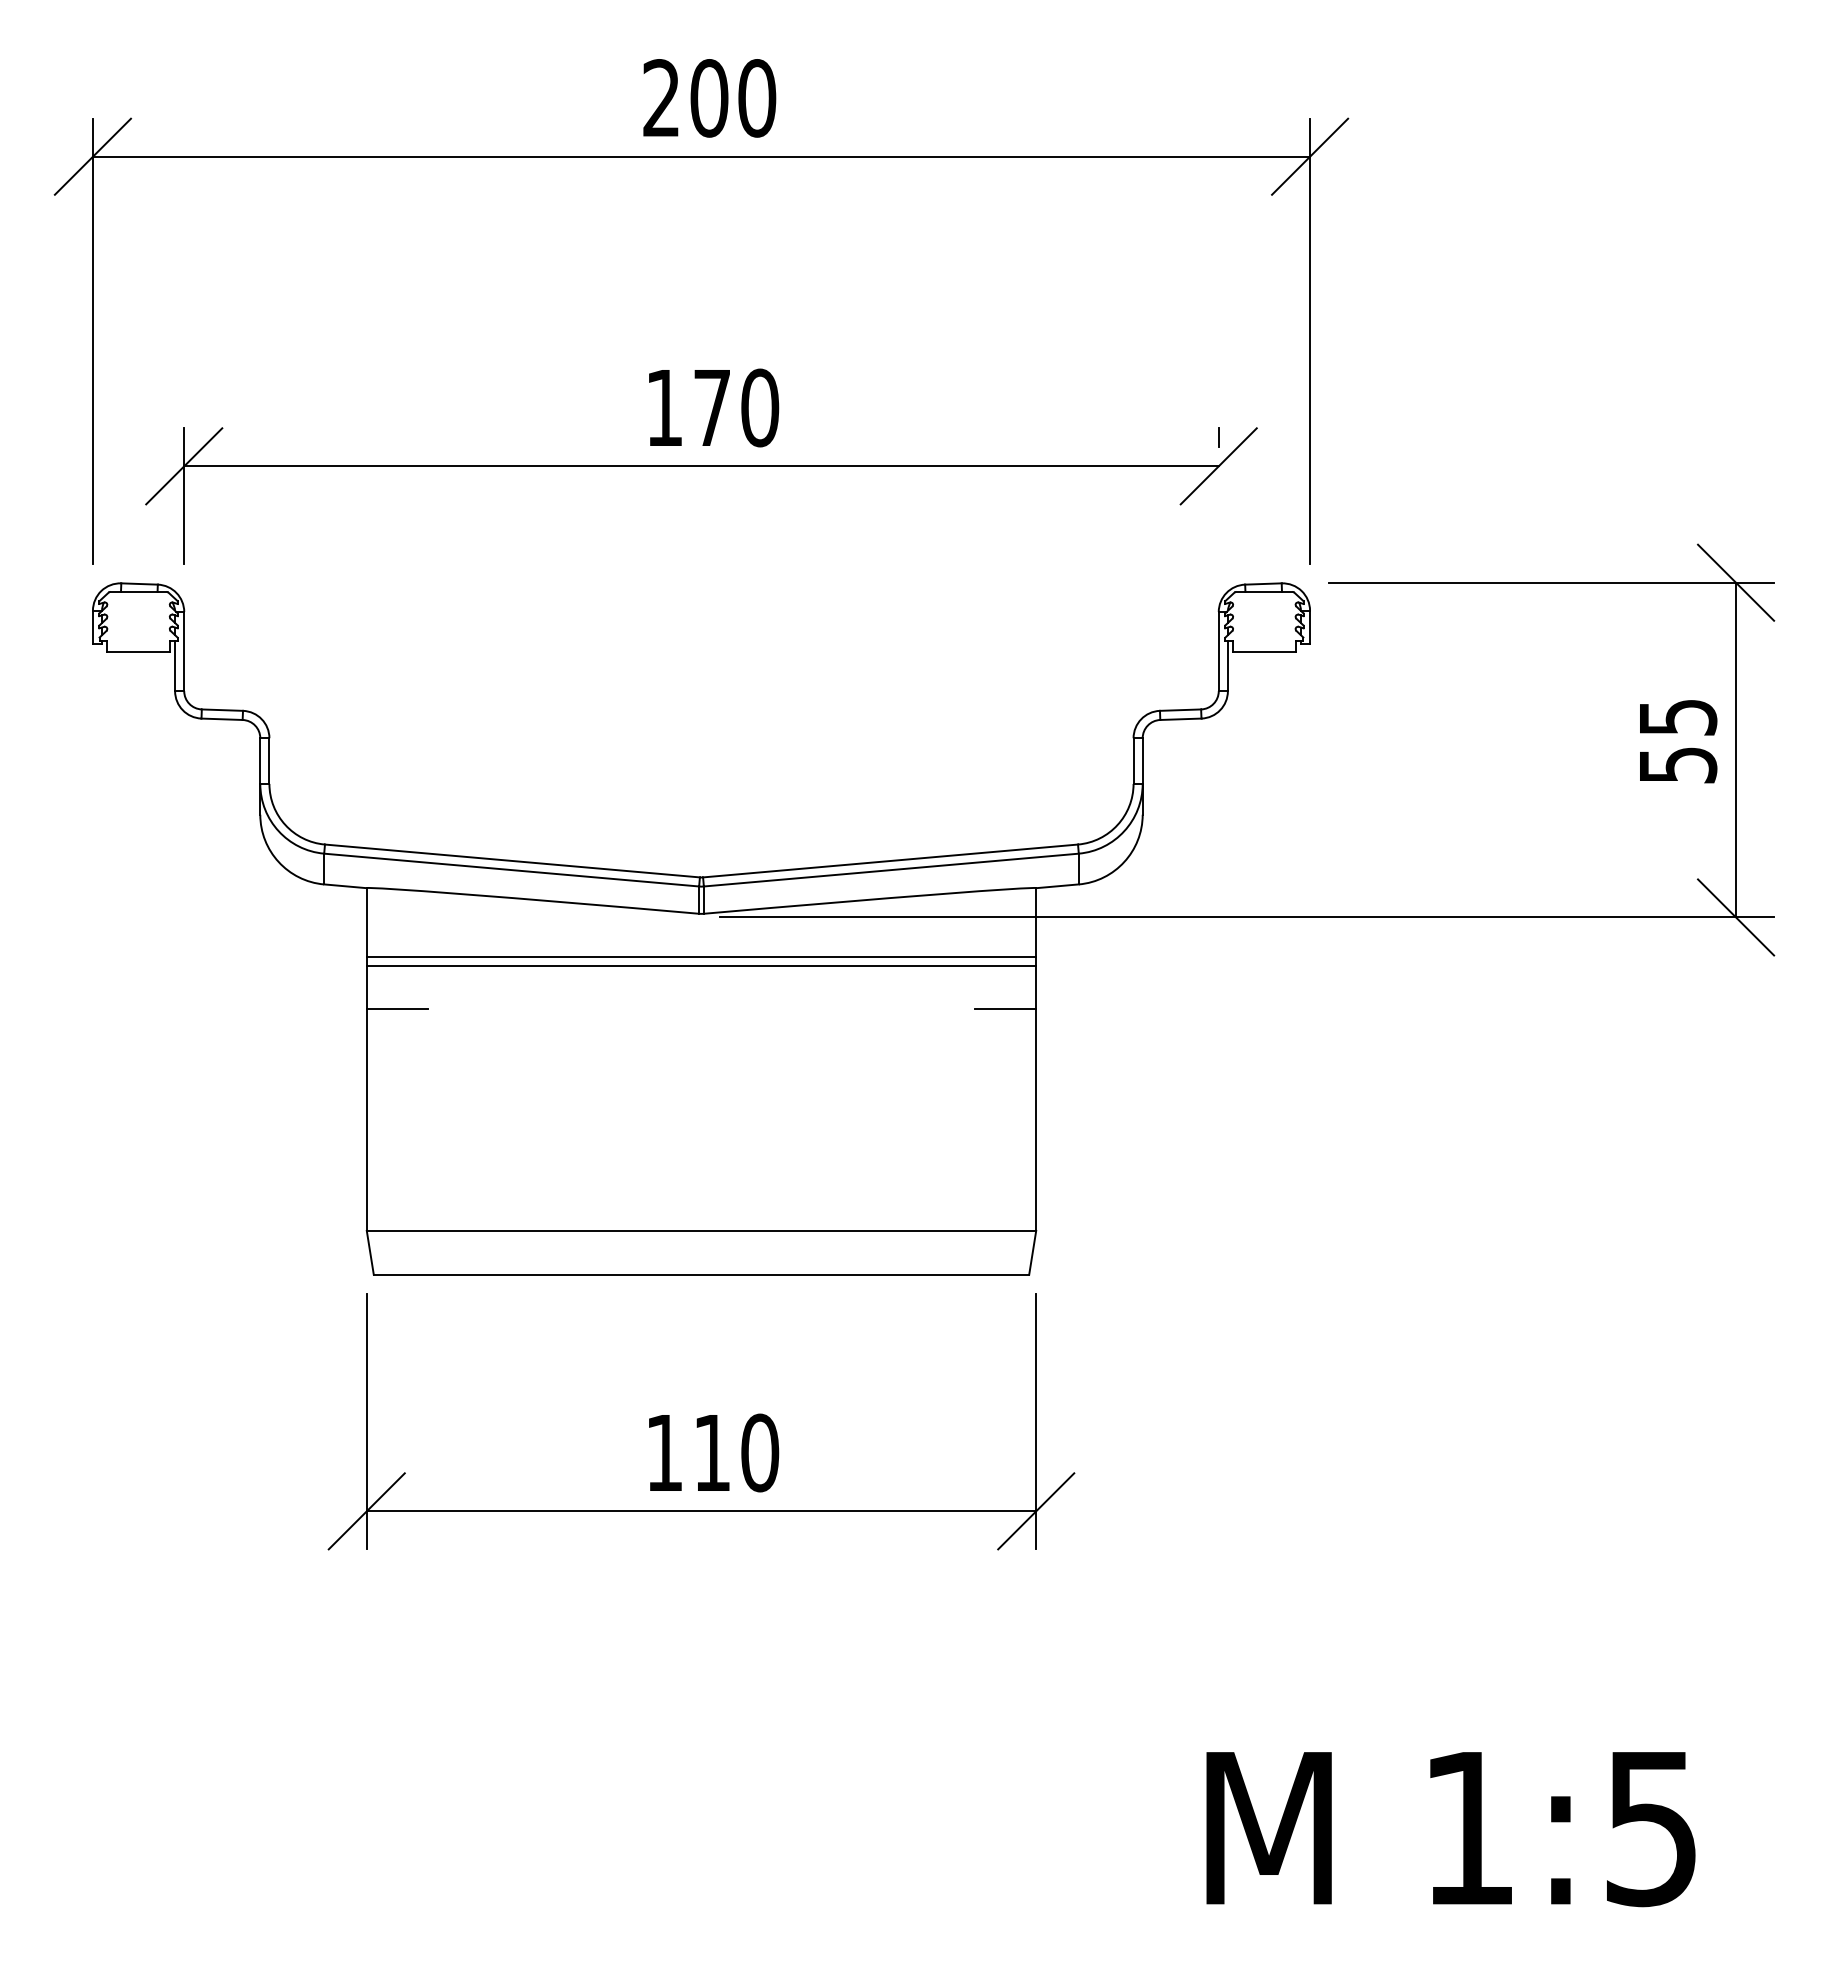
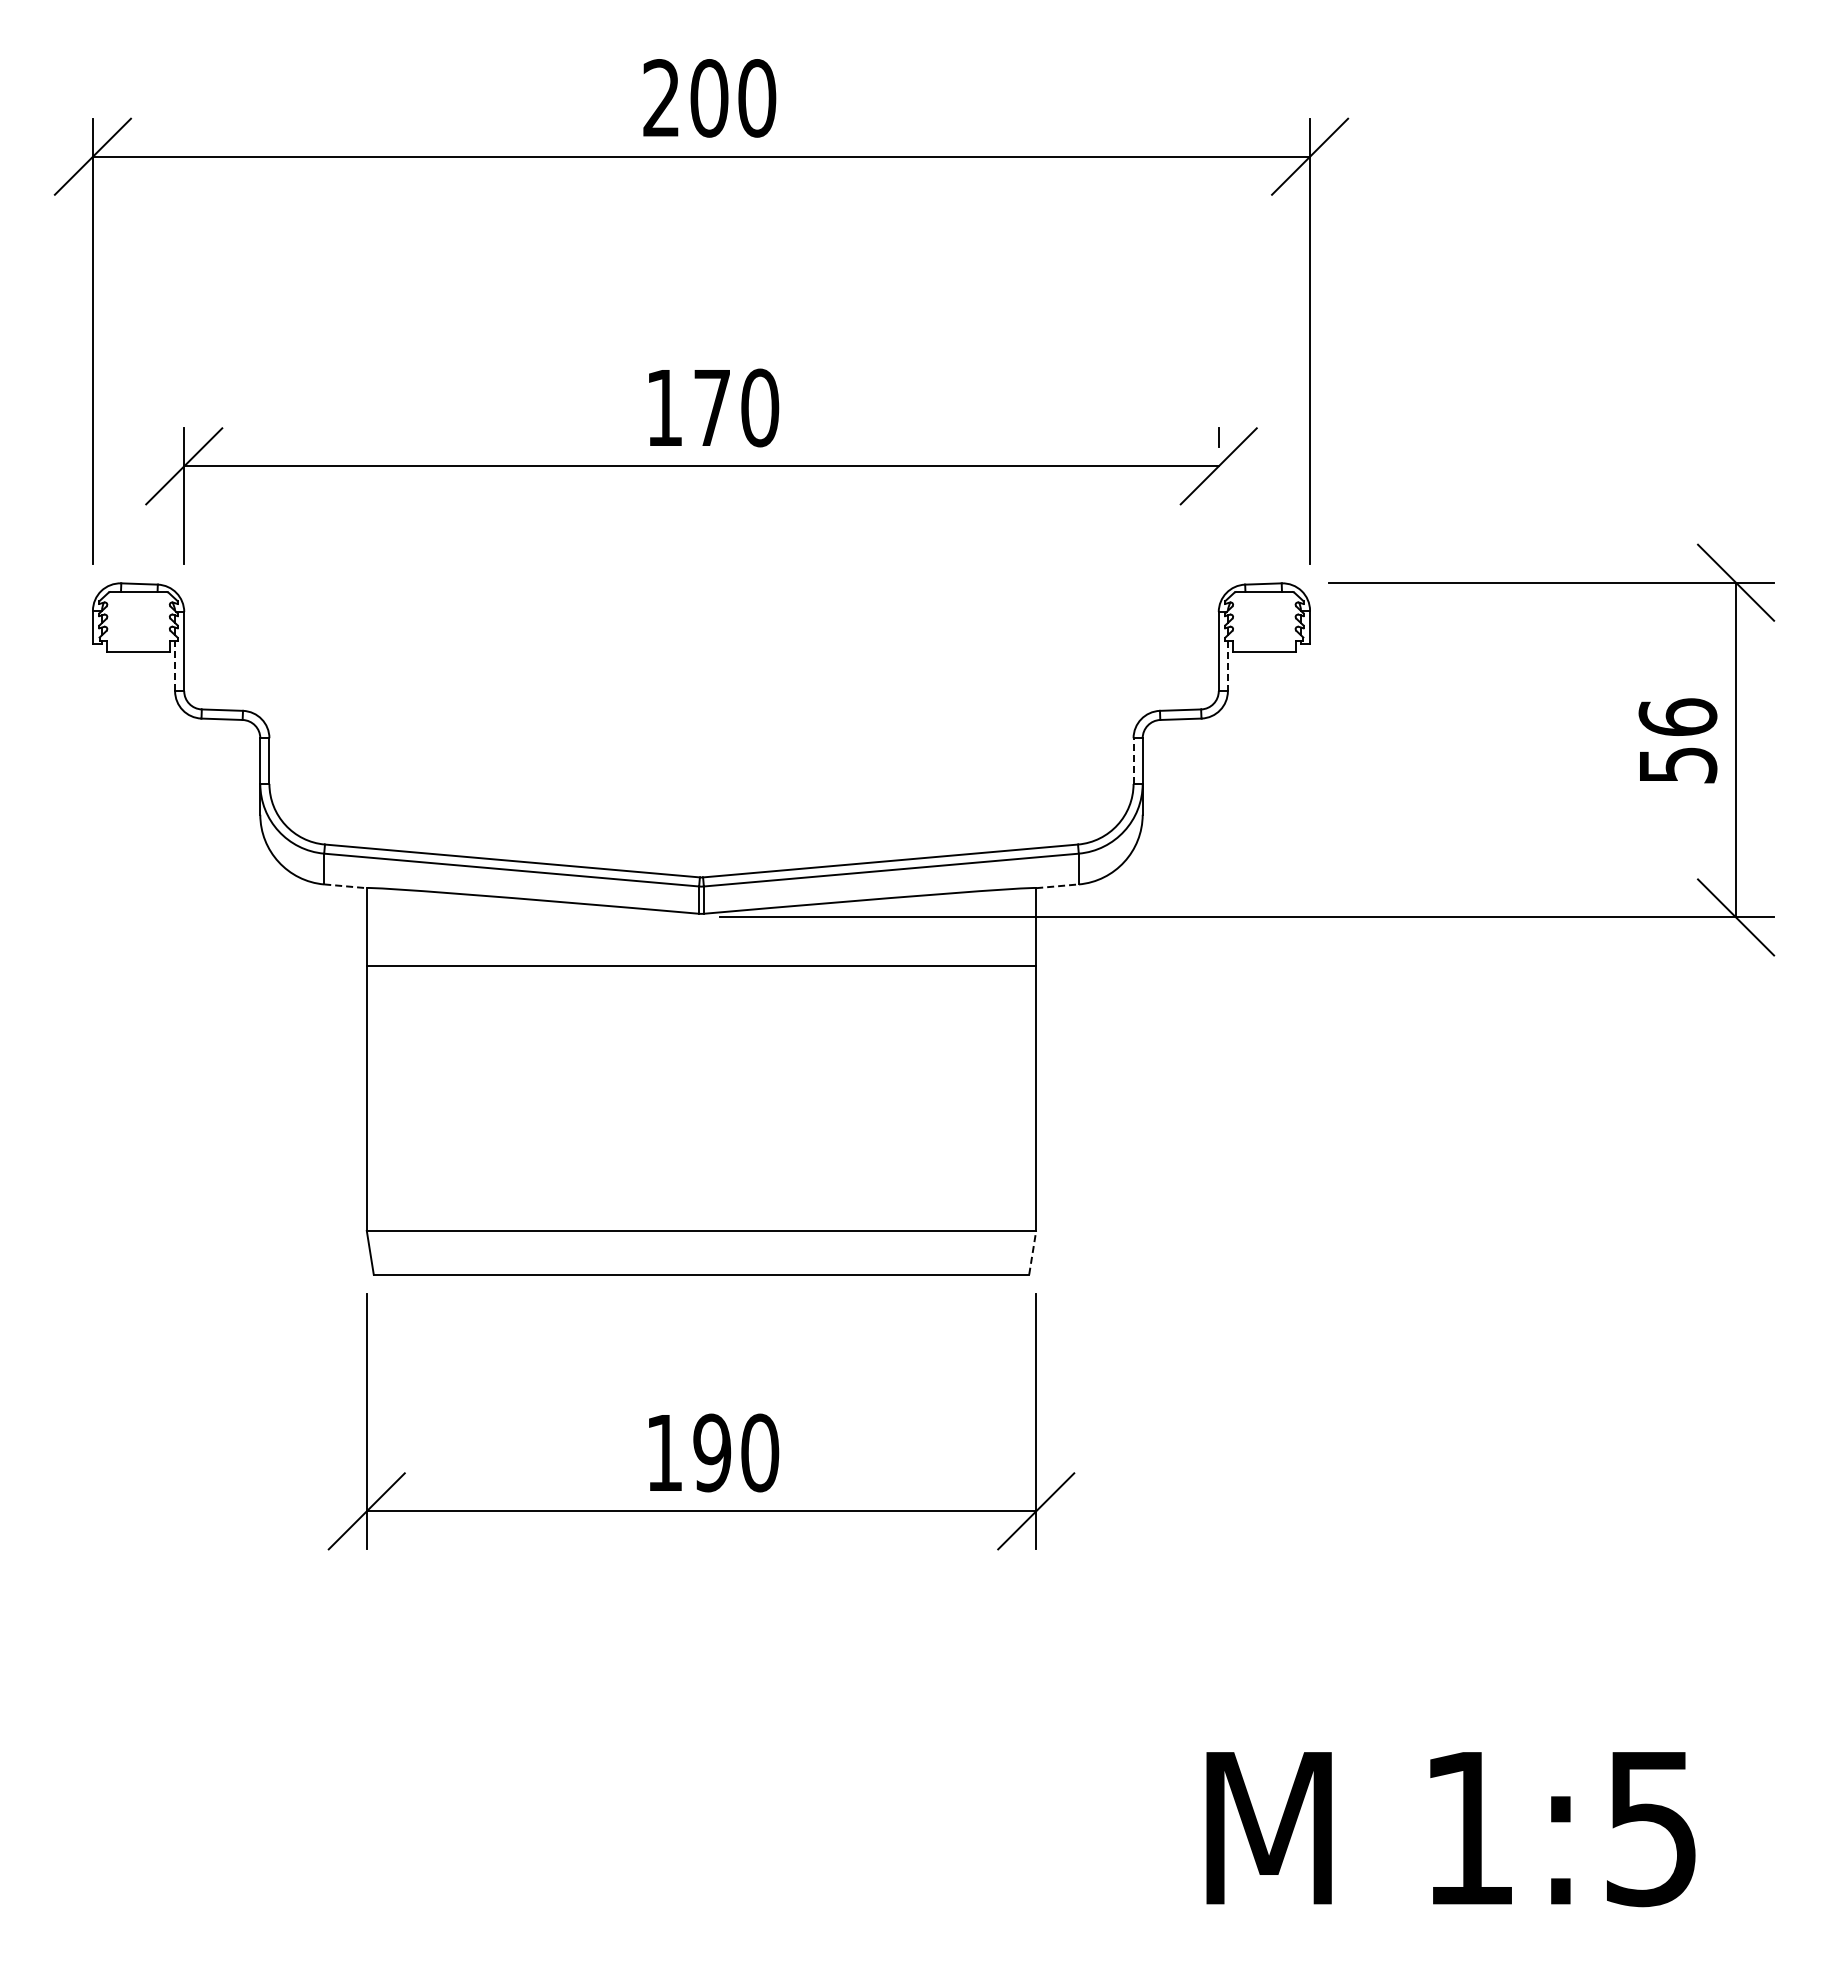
line at (175, 665): solid -> dashed
line at (1227, 666): solid -> dashed
text at (1677, 716): 55 -> 56
line at (1133, 761): solid -> dashed
line at (346, 886): solid -> dashed
line at (1058, 886): solid -> dashed
line at (701, 957): present -> none
line at (396, 1008): present -> none
line at (1005, 1008): present -> none
line at (1032, 1252): solid -> dashed
text at (712, 1452): 110 -> 190
